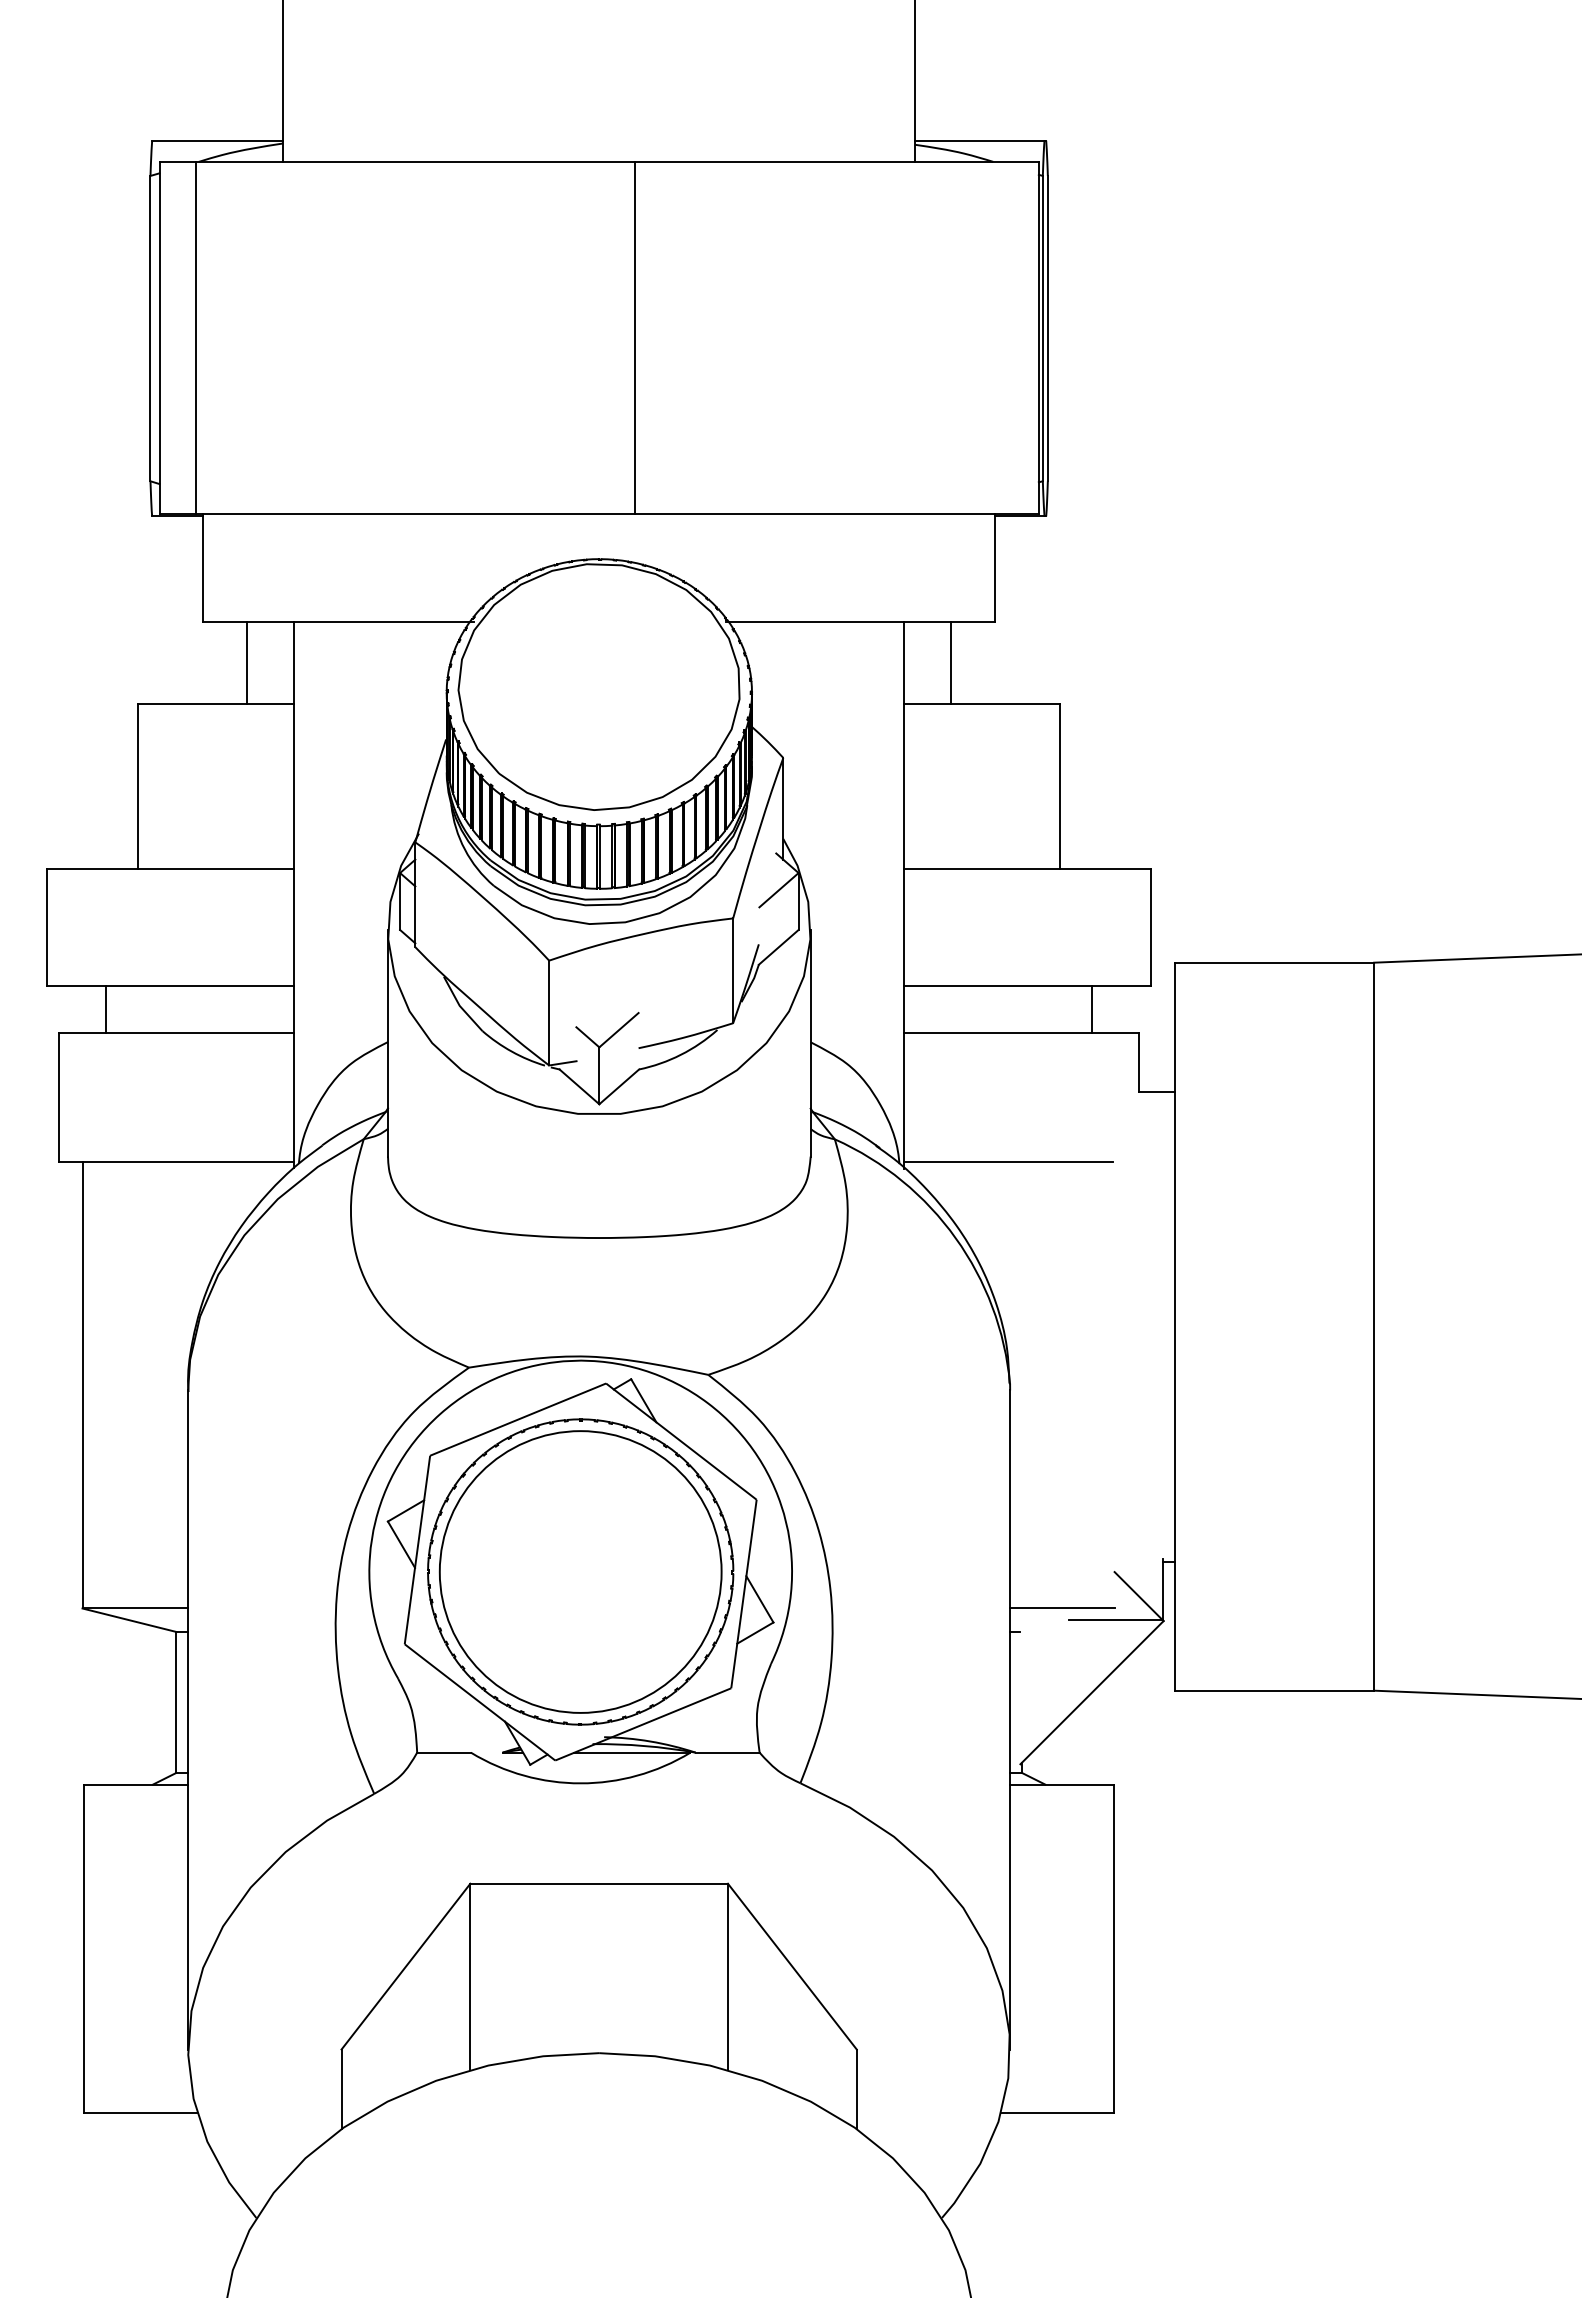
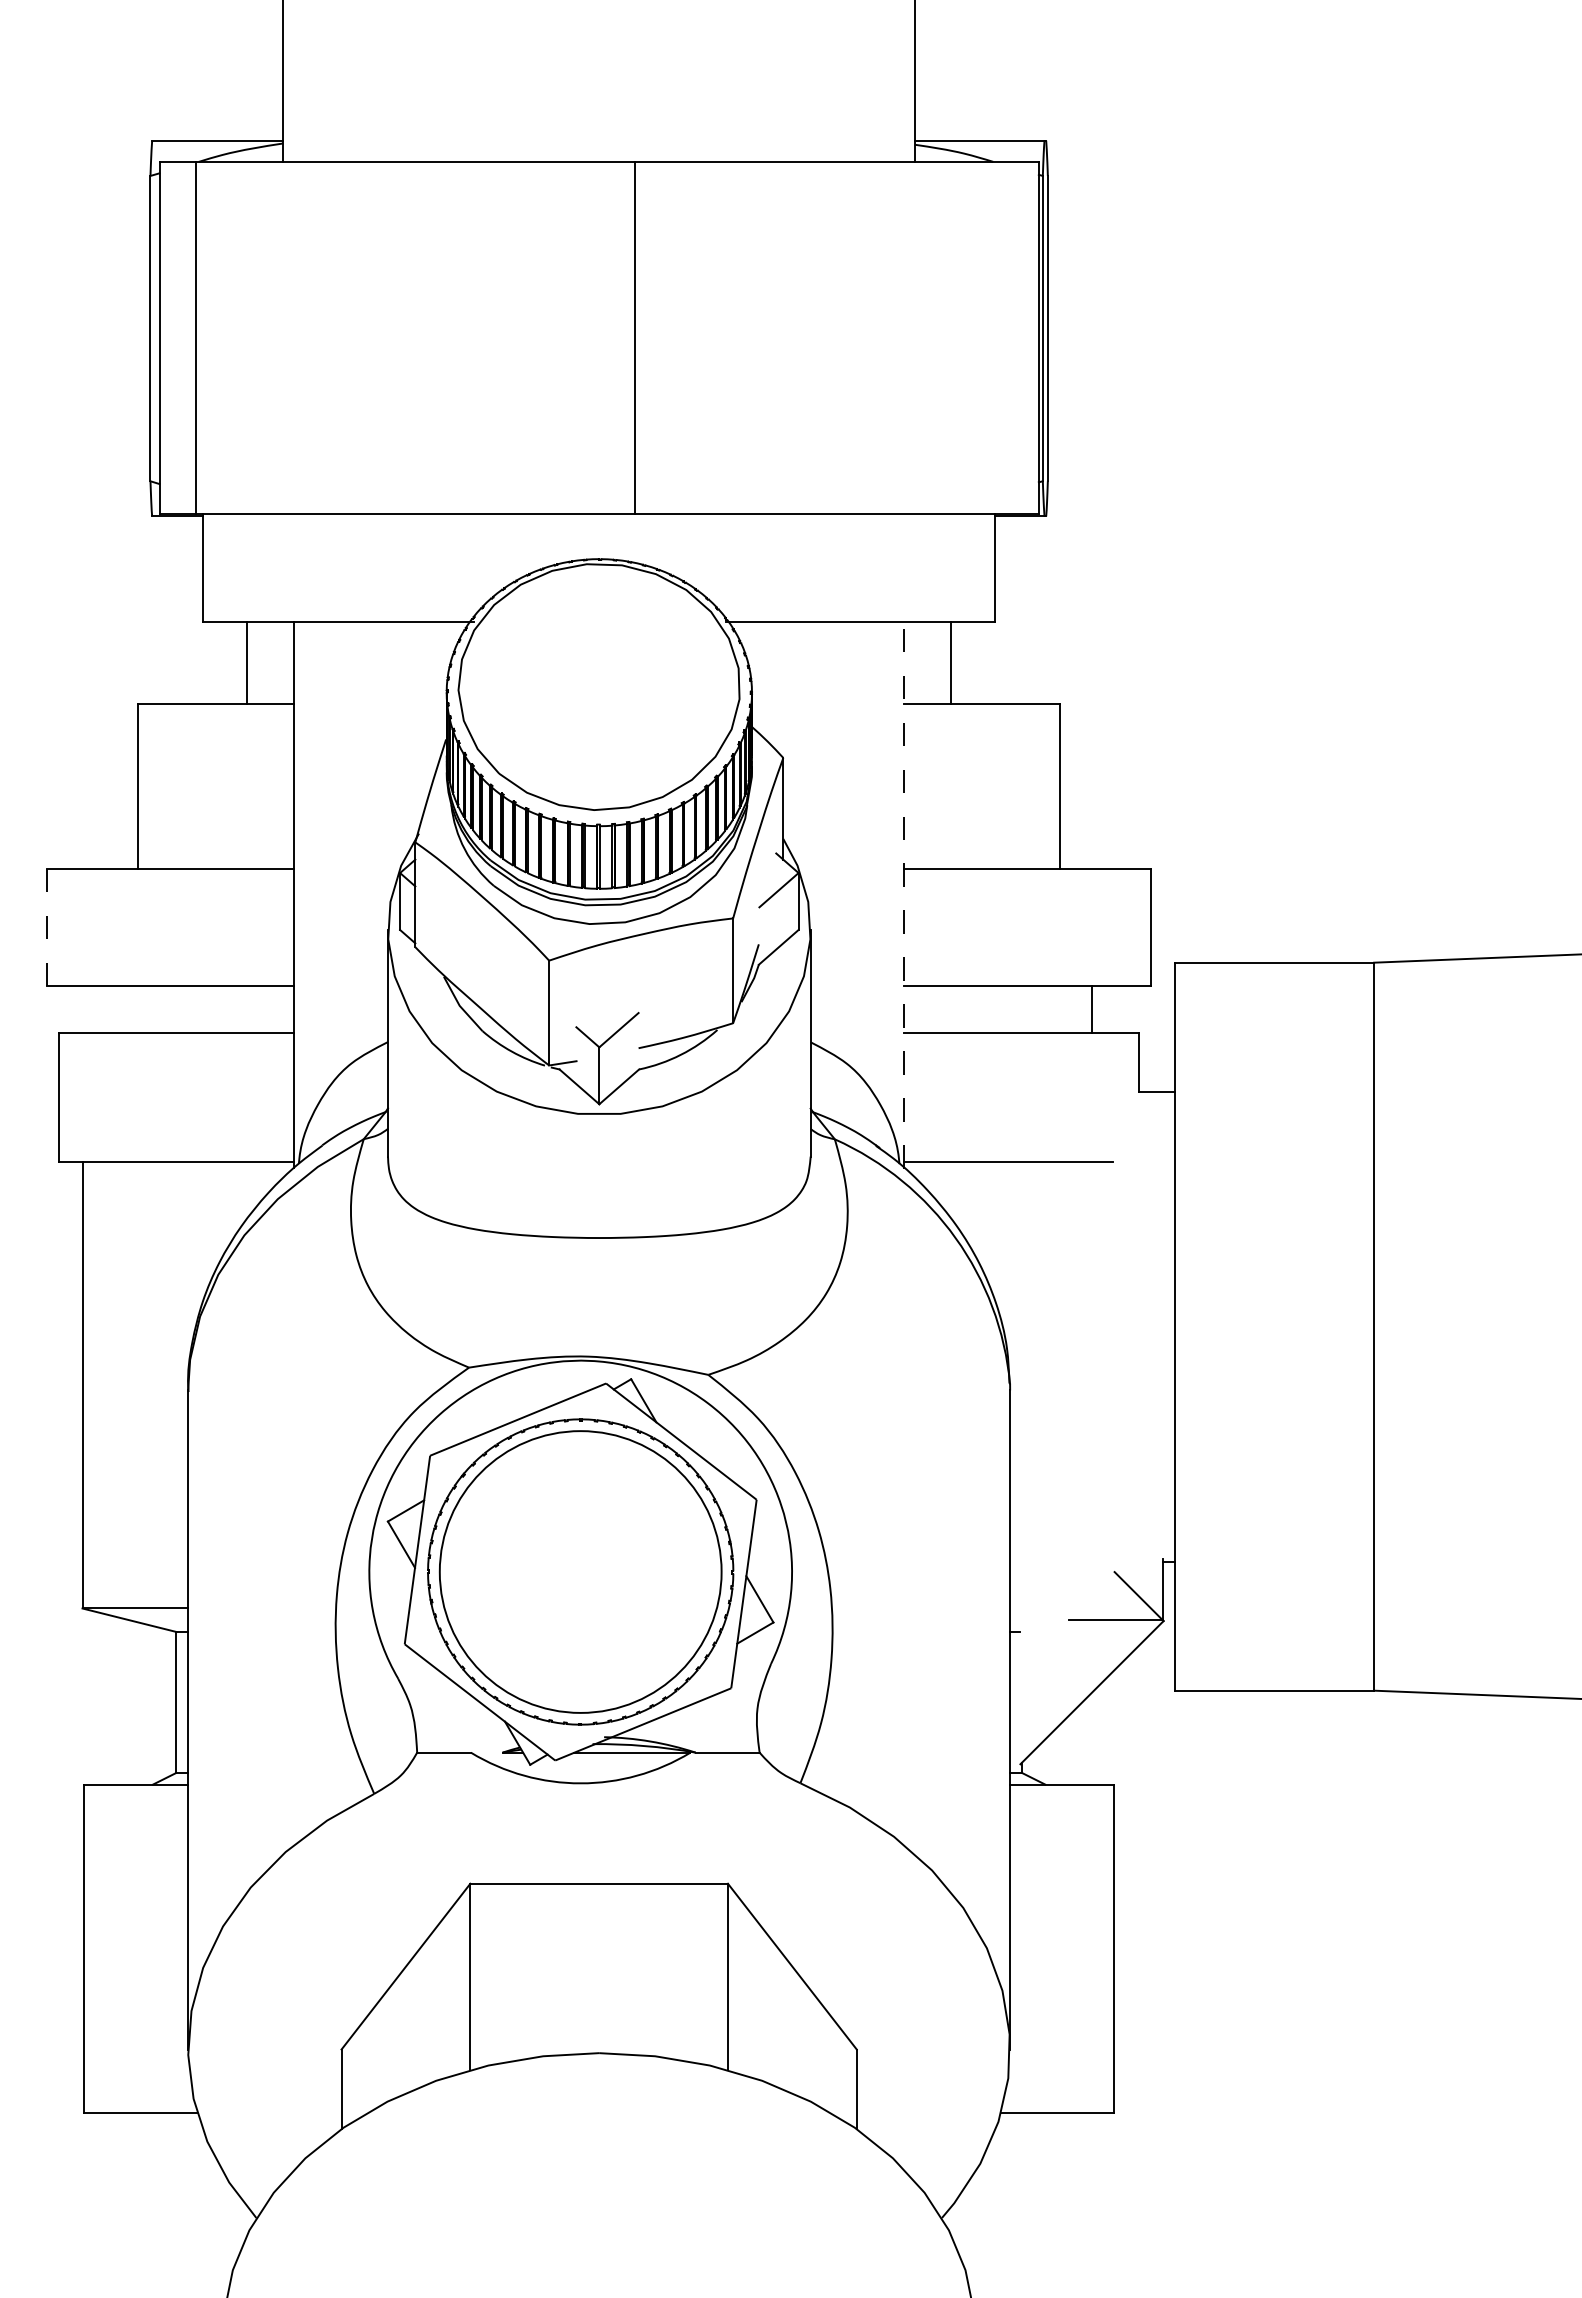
line at (904, 894): solid -> dashed
line at (47, 927): solid -> dashed
line at (106, 1009): present -> none
line at (1062, 1608): present -> none
